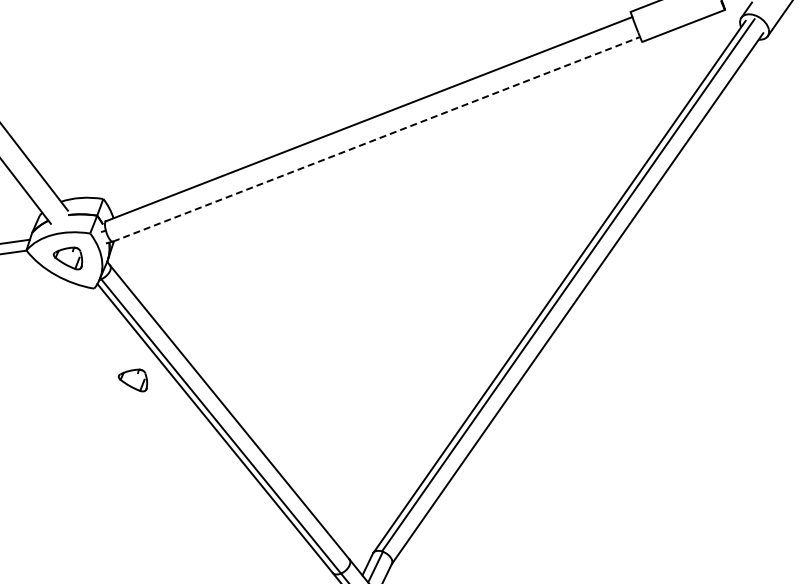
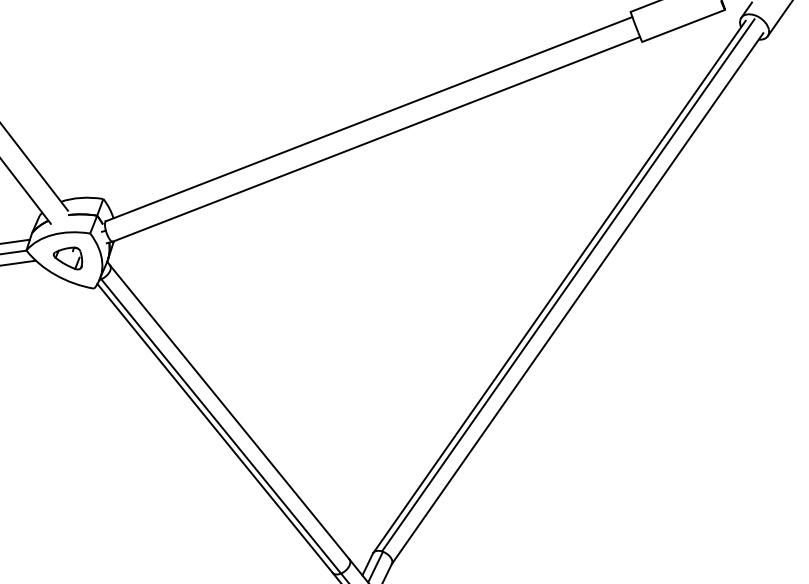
line at (376, 139): dashed -> solid
line at (18, 262): none -> present
part at (132, 380): present -> none
